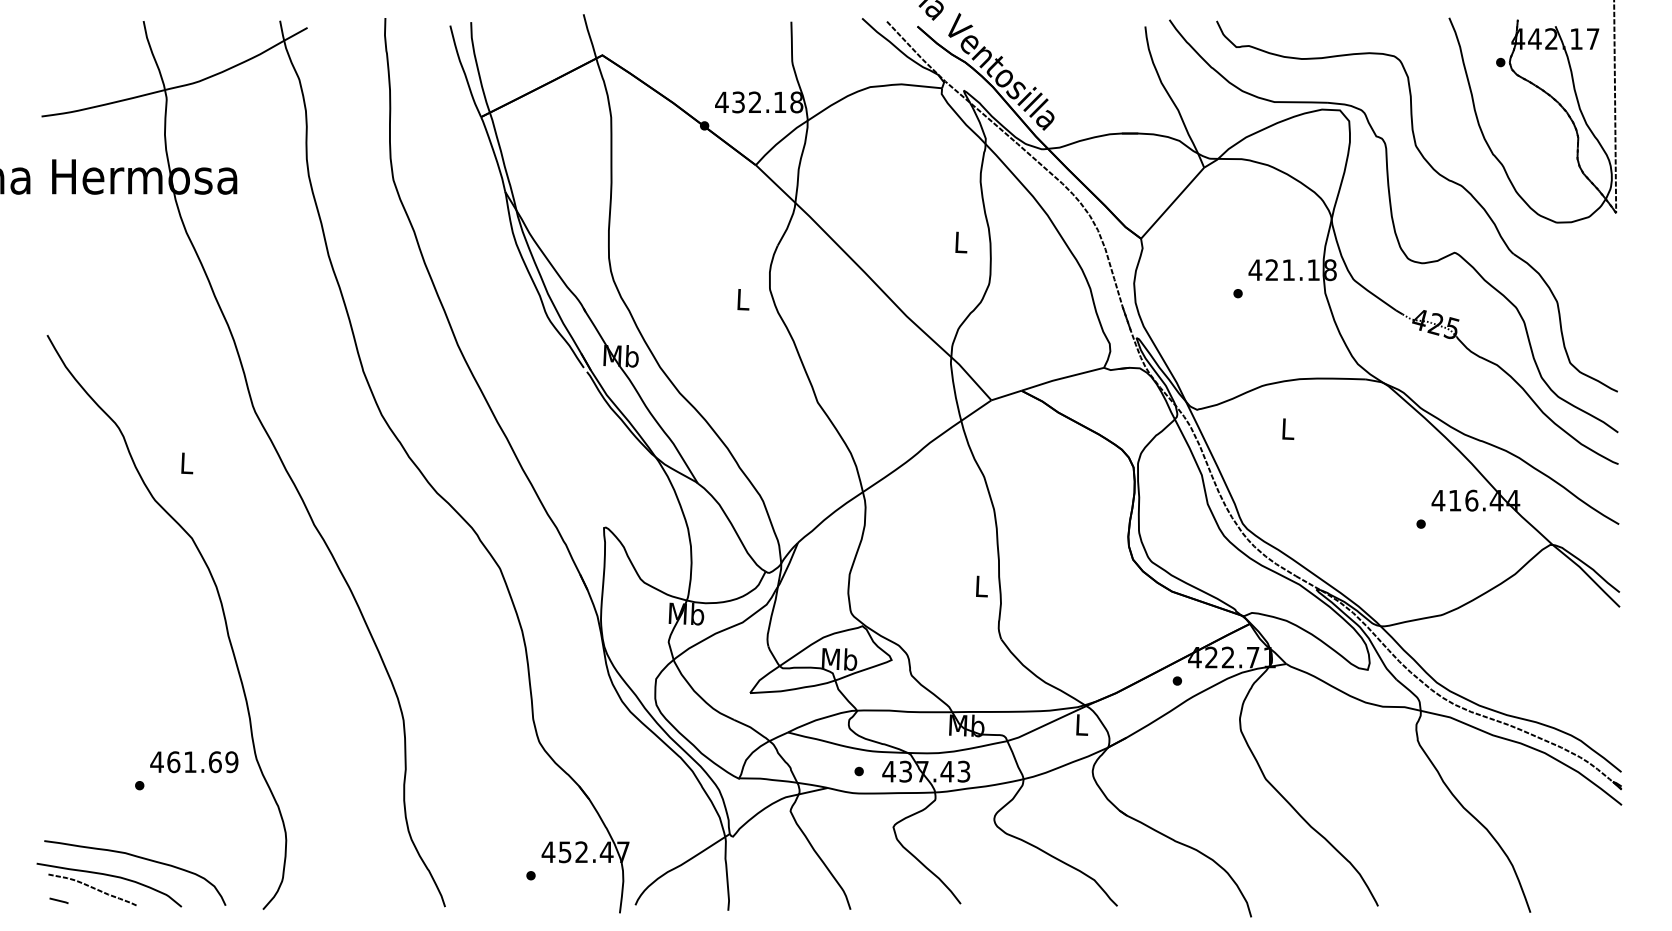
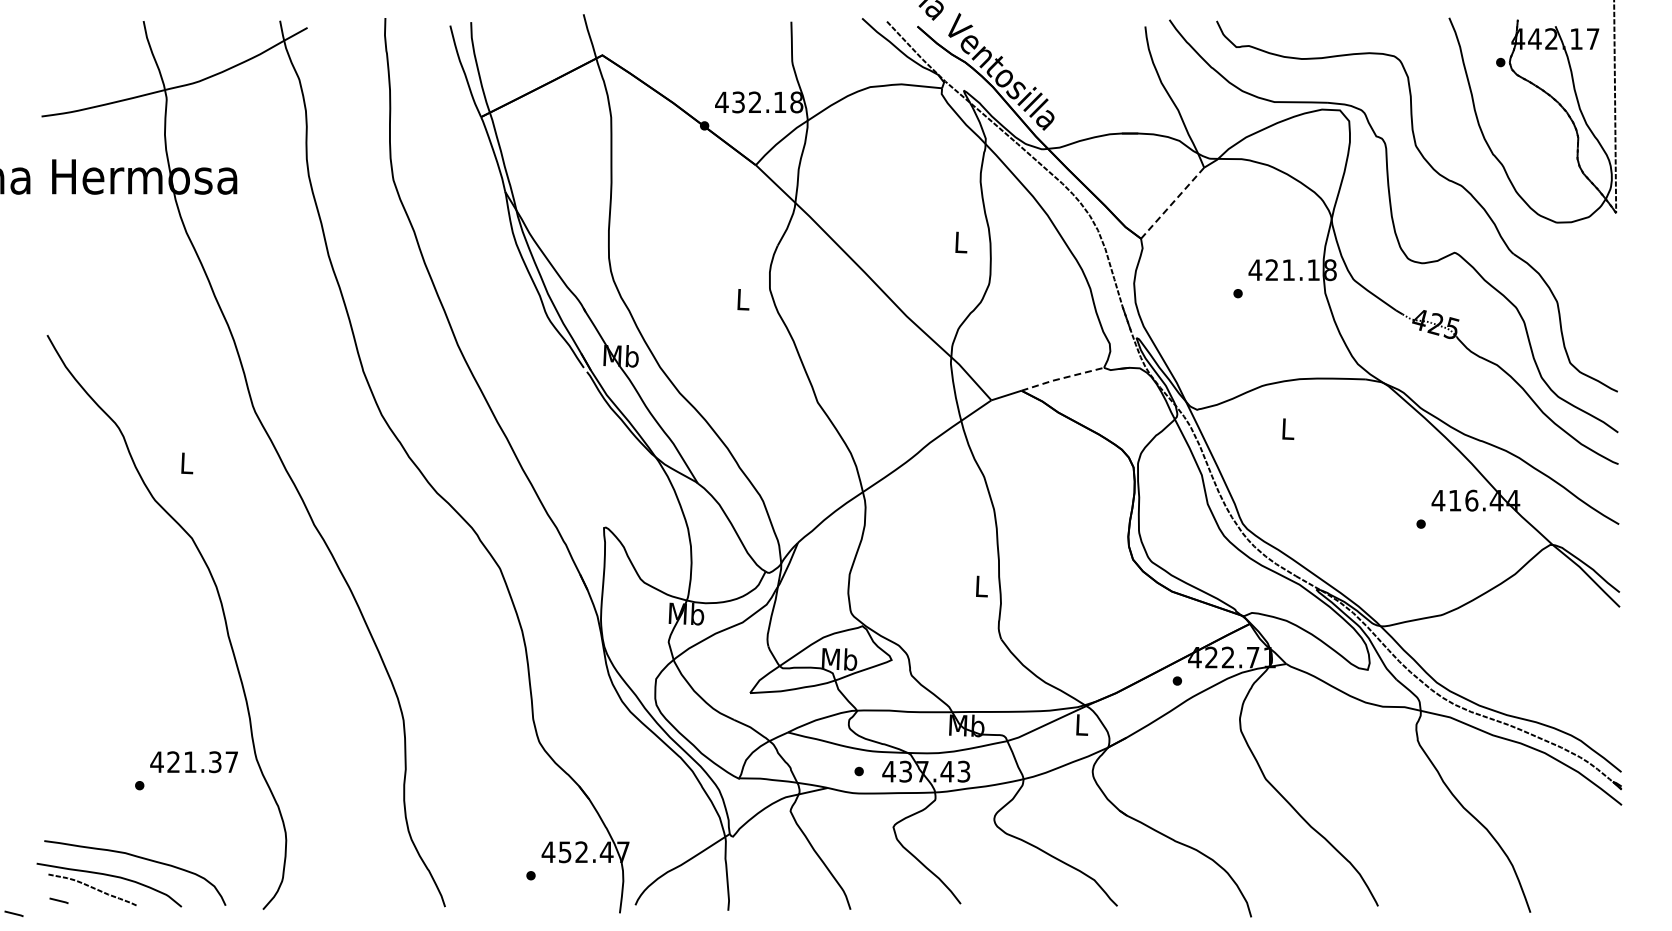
line at (1172, 203): solid -> dashed
line at (1062, 378): solid -> dashed
text at (202, 762): 461.69 -> 421.37
line at (13, 913): none -> present
